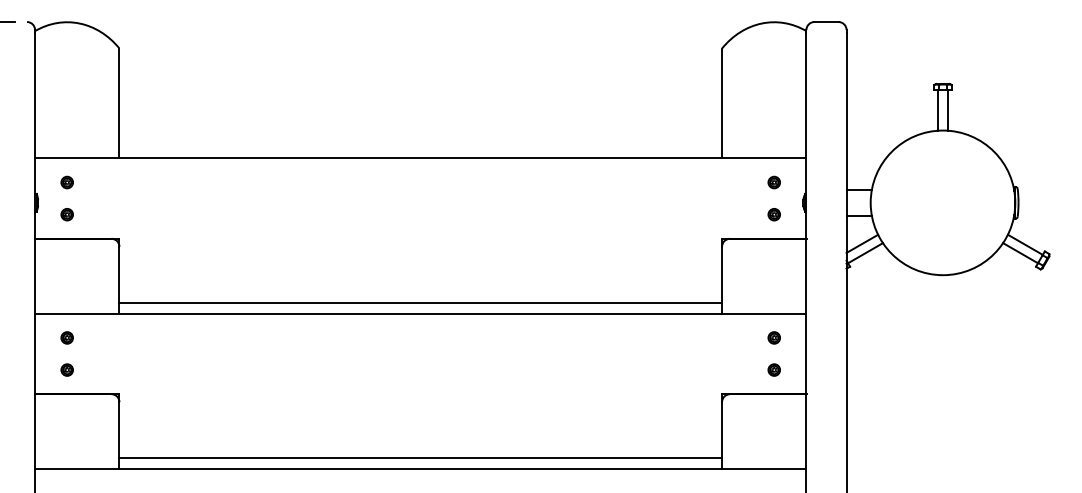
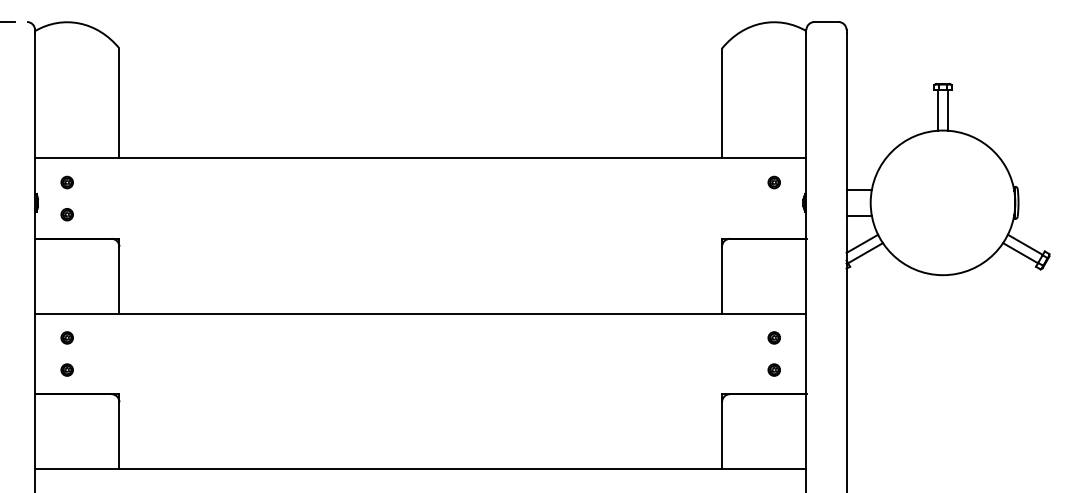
part at (773, 214): present -> none
line at (420, 303): present -> none
line at (420, 458): present -> none
